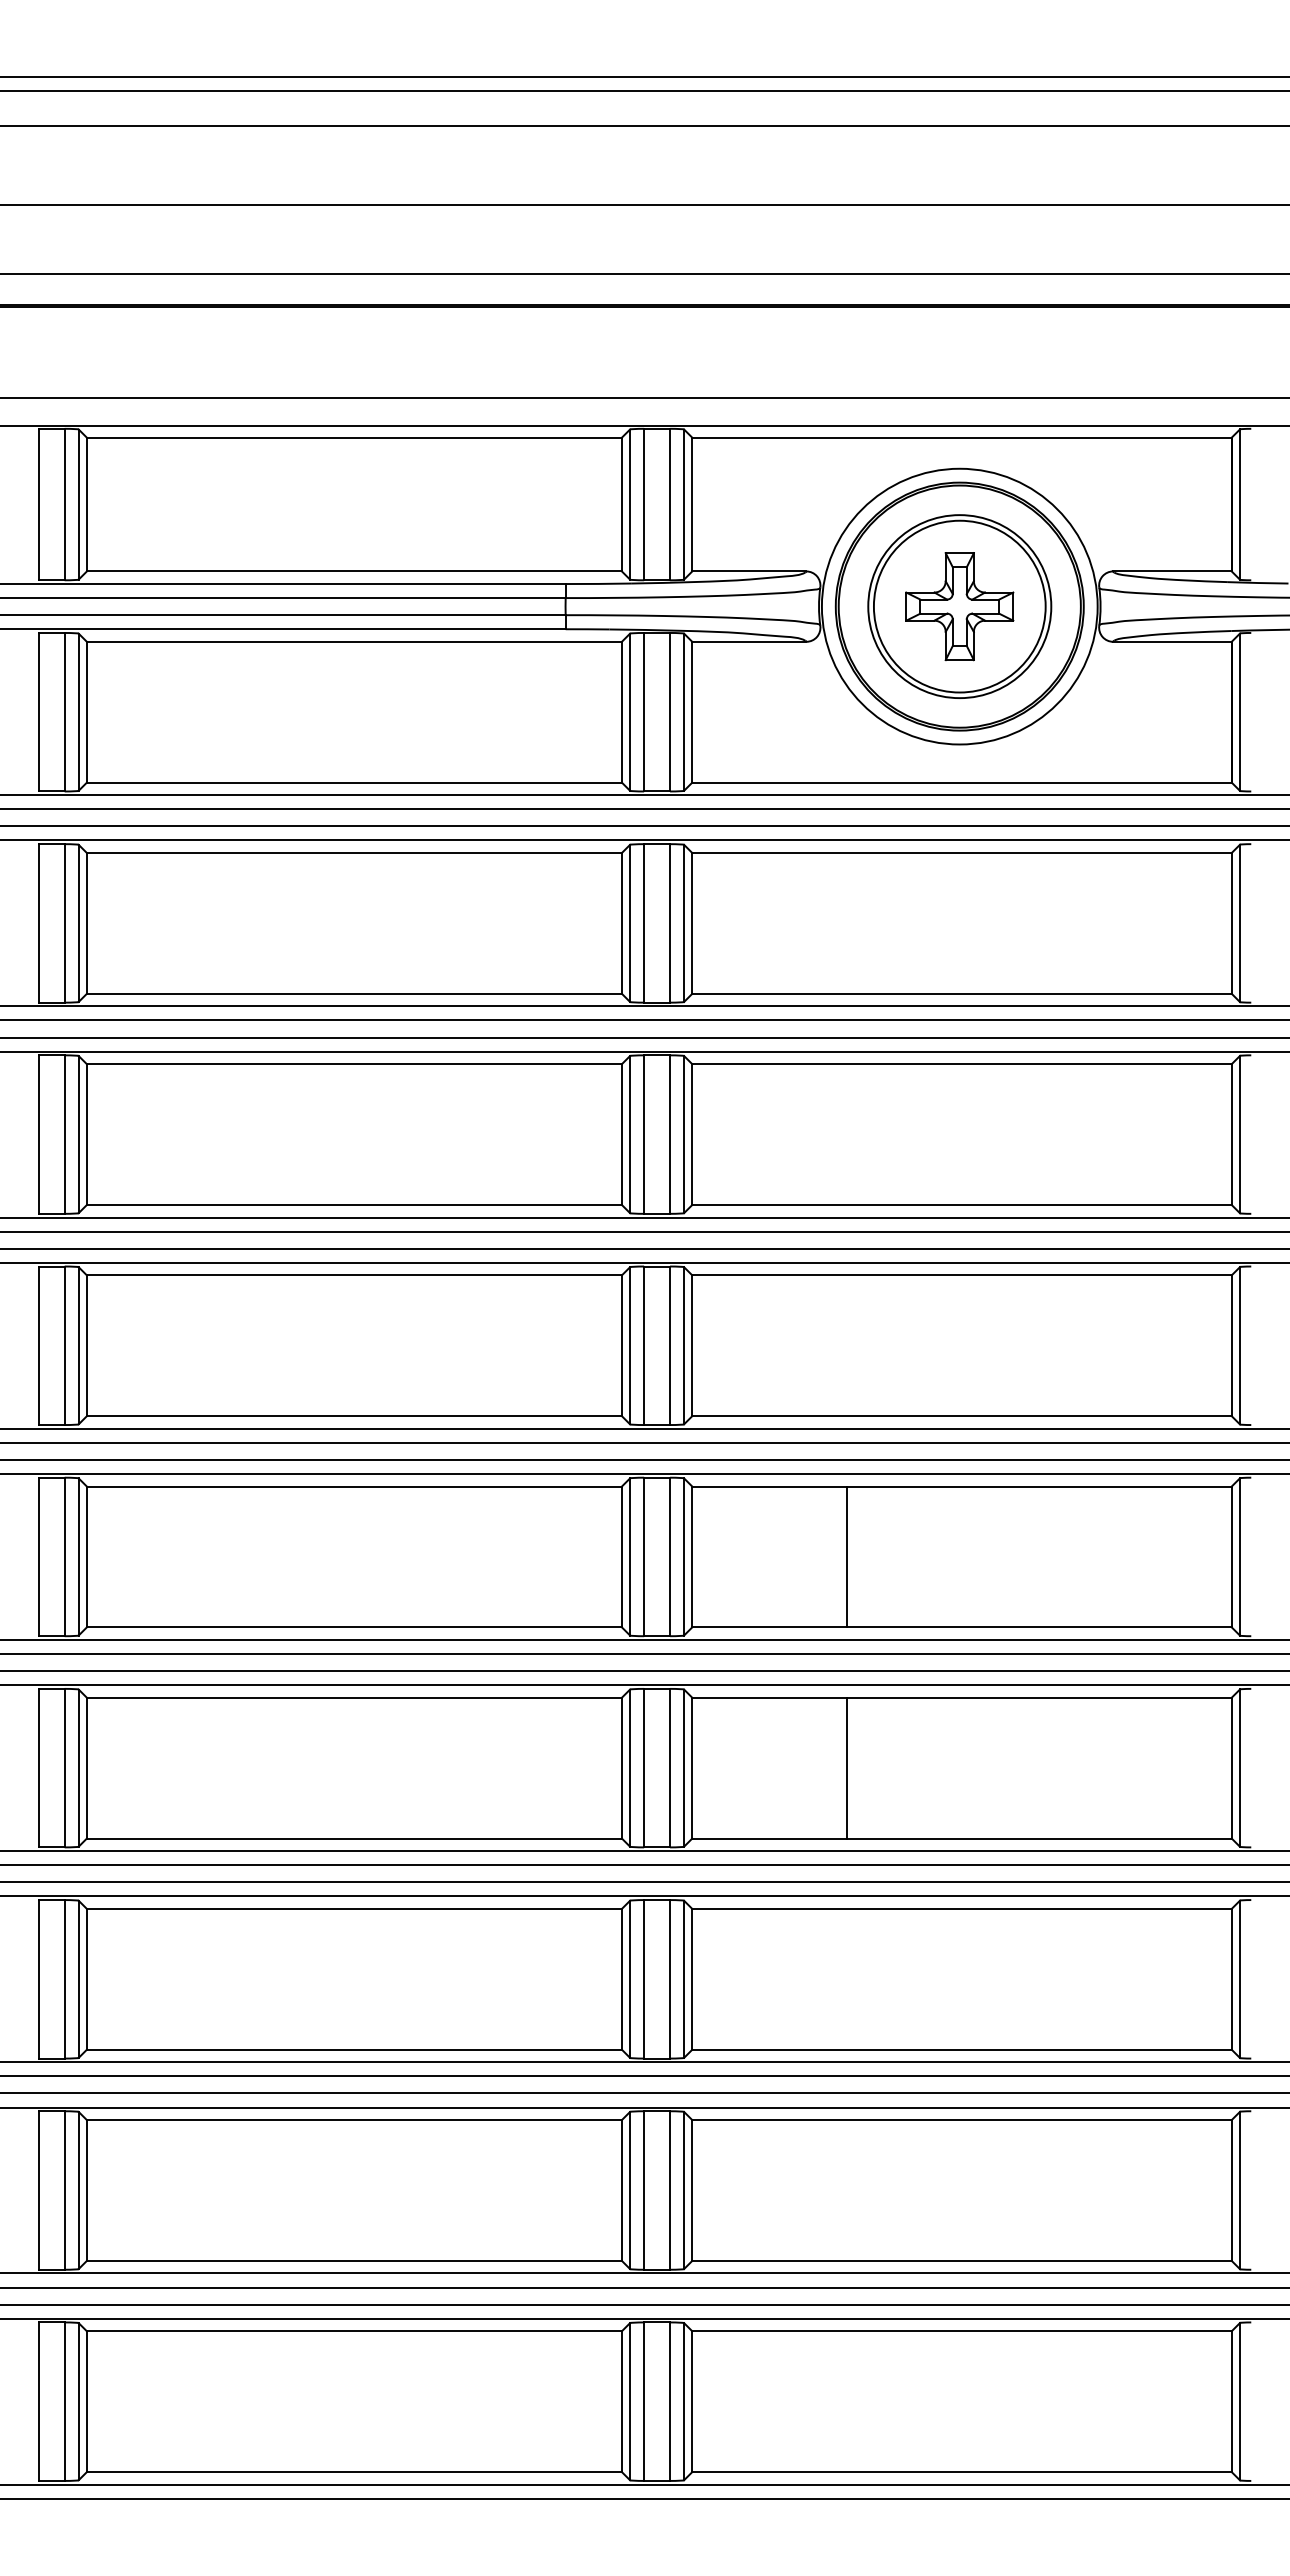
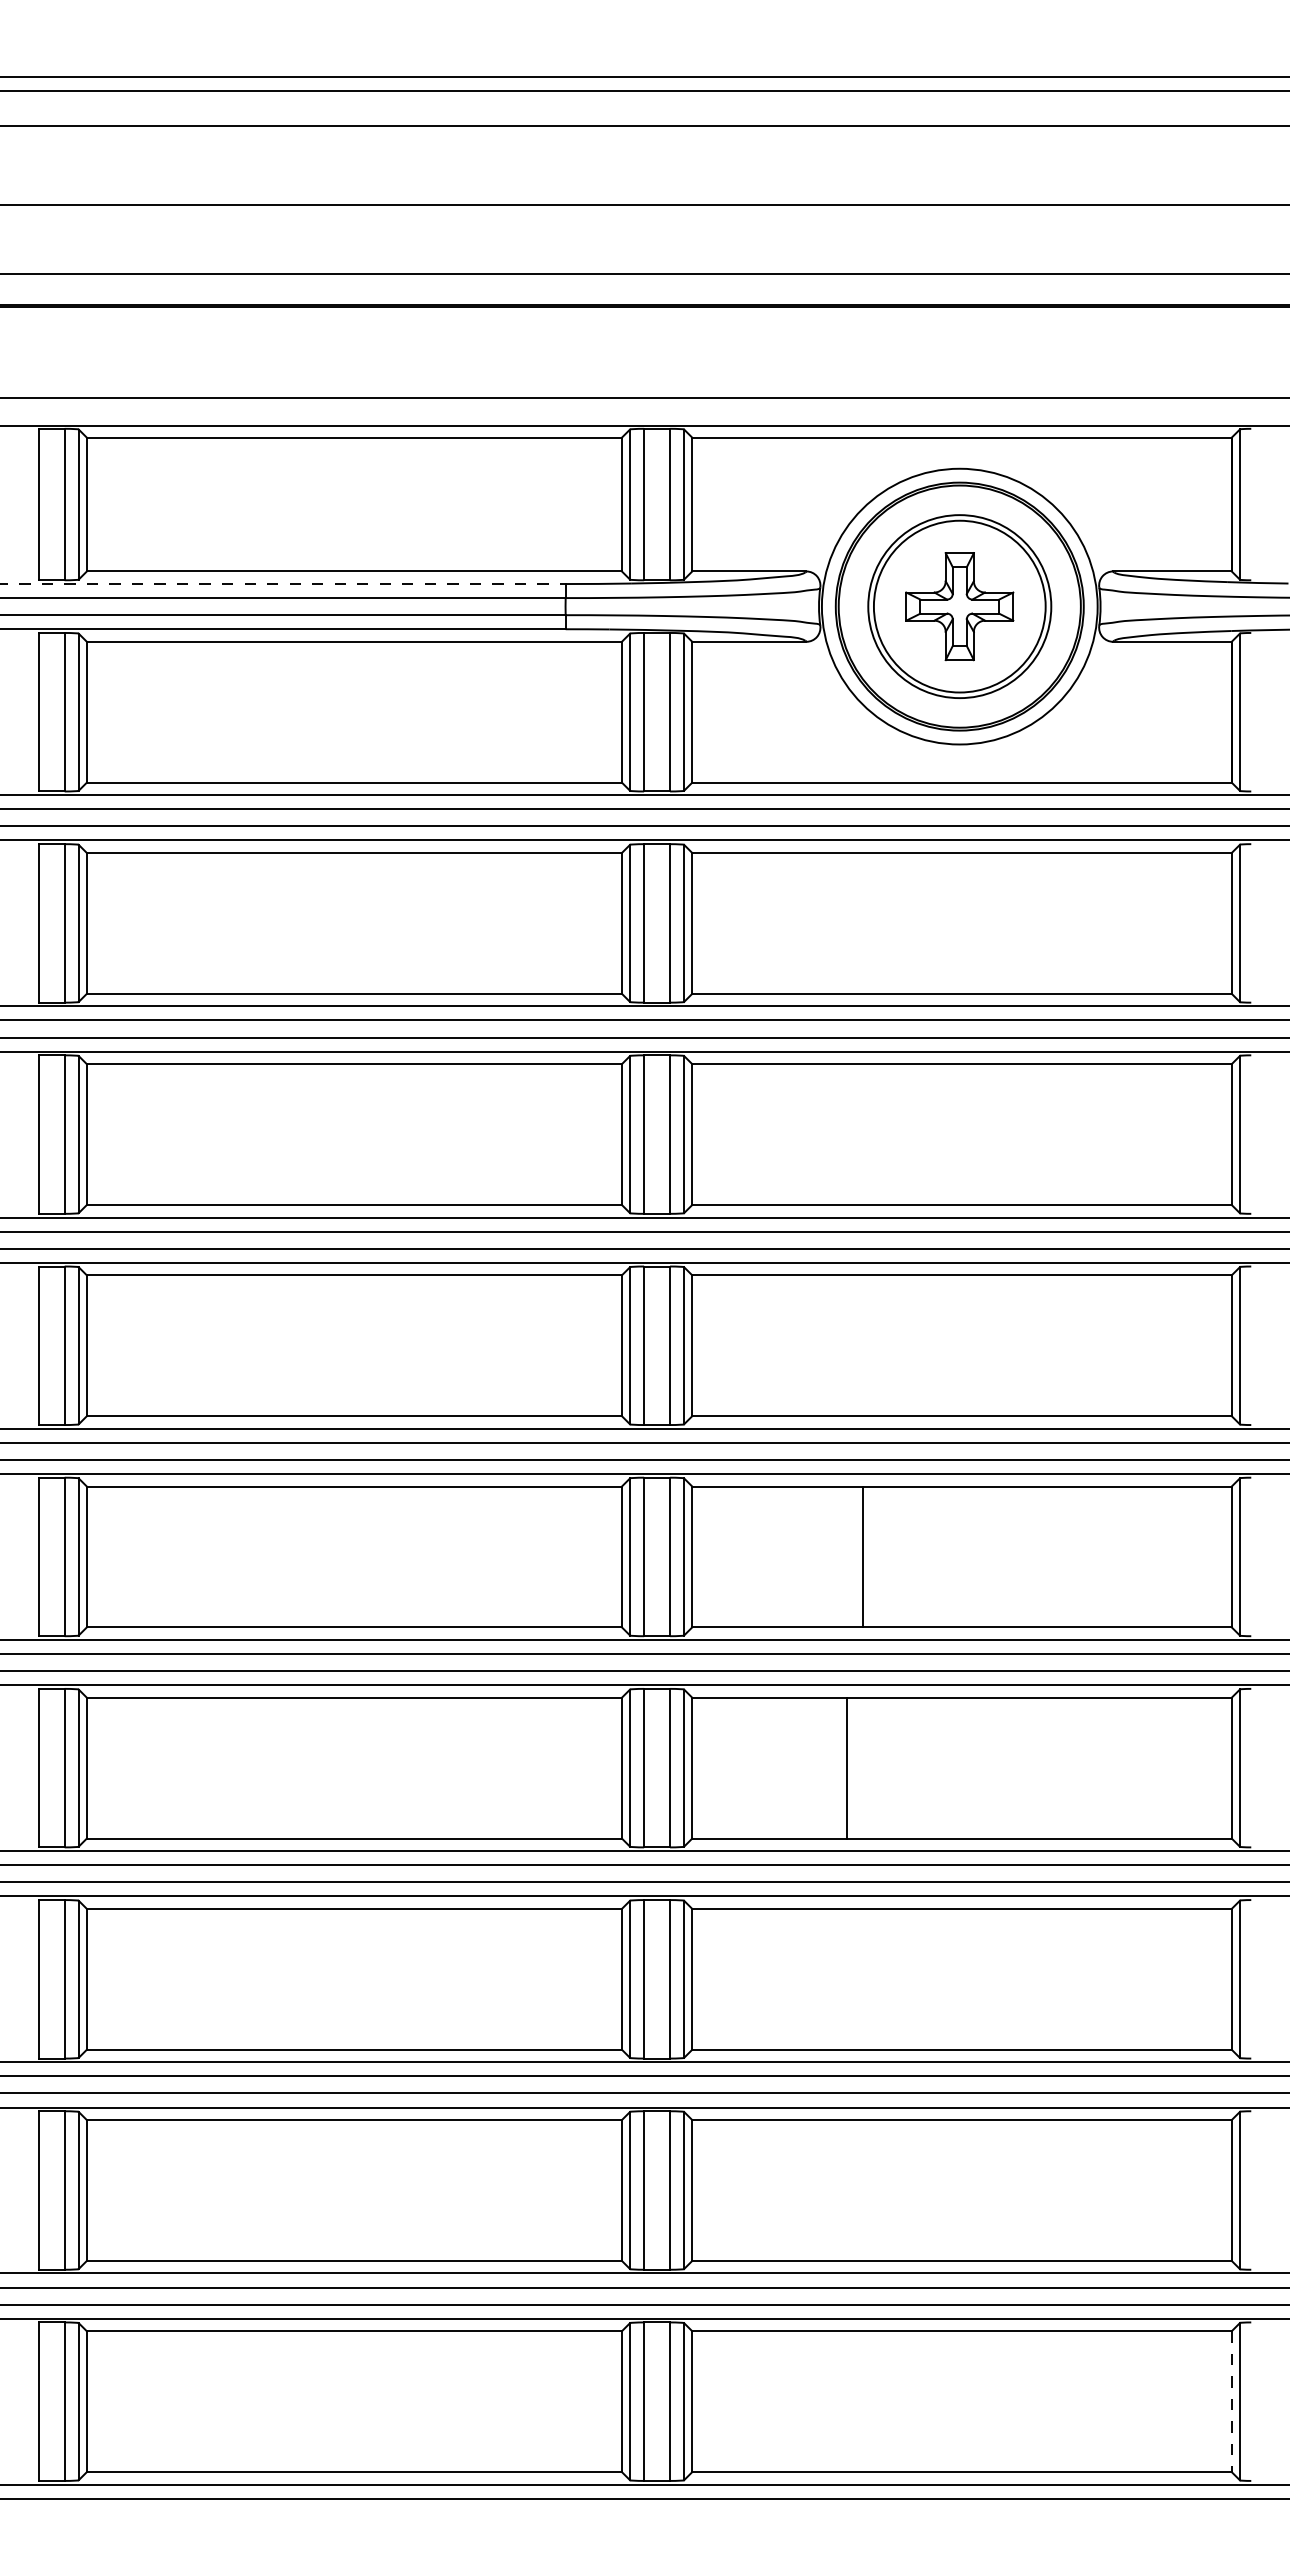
line at (283, 584): solid -> dashed
line at (847, 1556) position: (847, 1556) -> (863, 1556)
line at (1231, 2402): solid -> dashed
